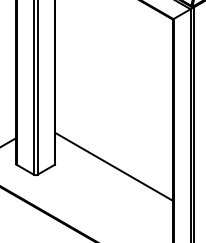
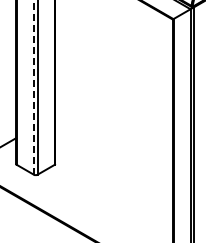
line at (33, 87): solid -> dashed
line at (113, 166): present -> none
